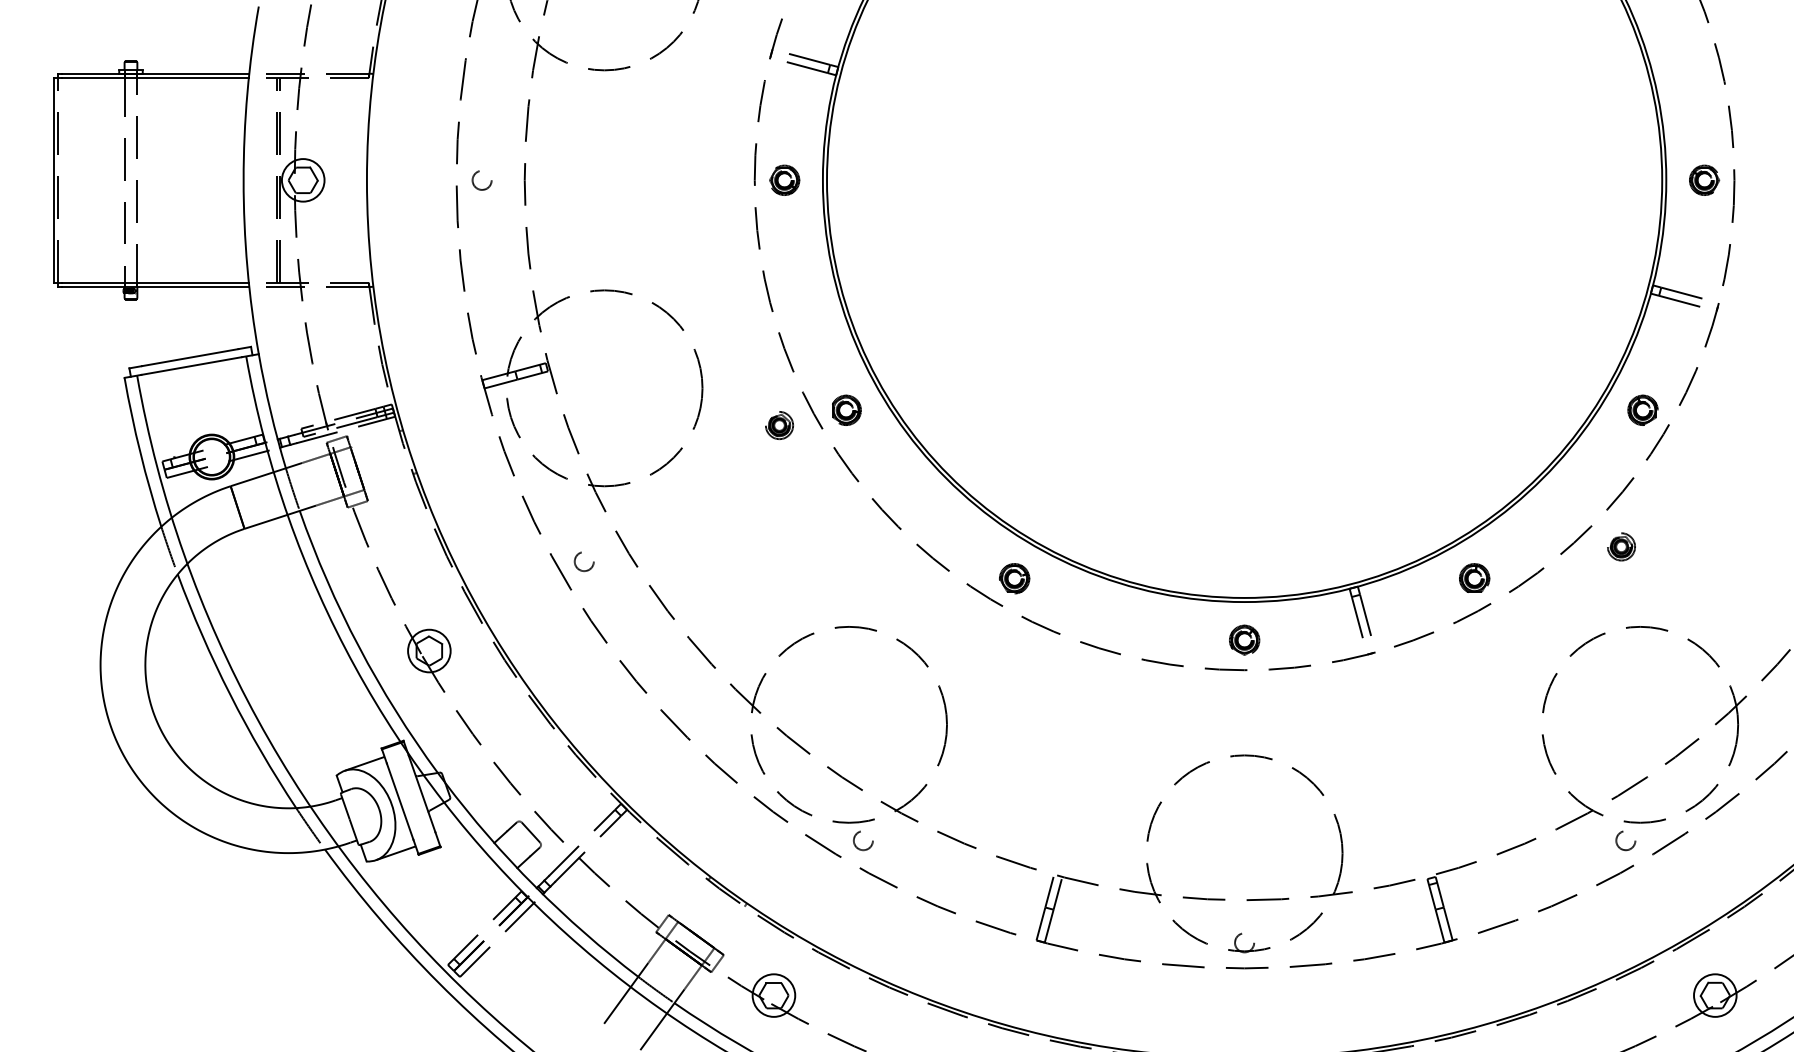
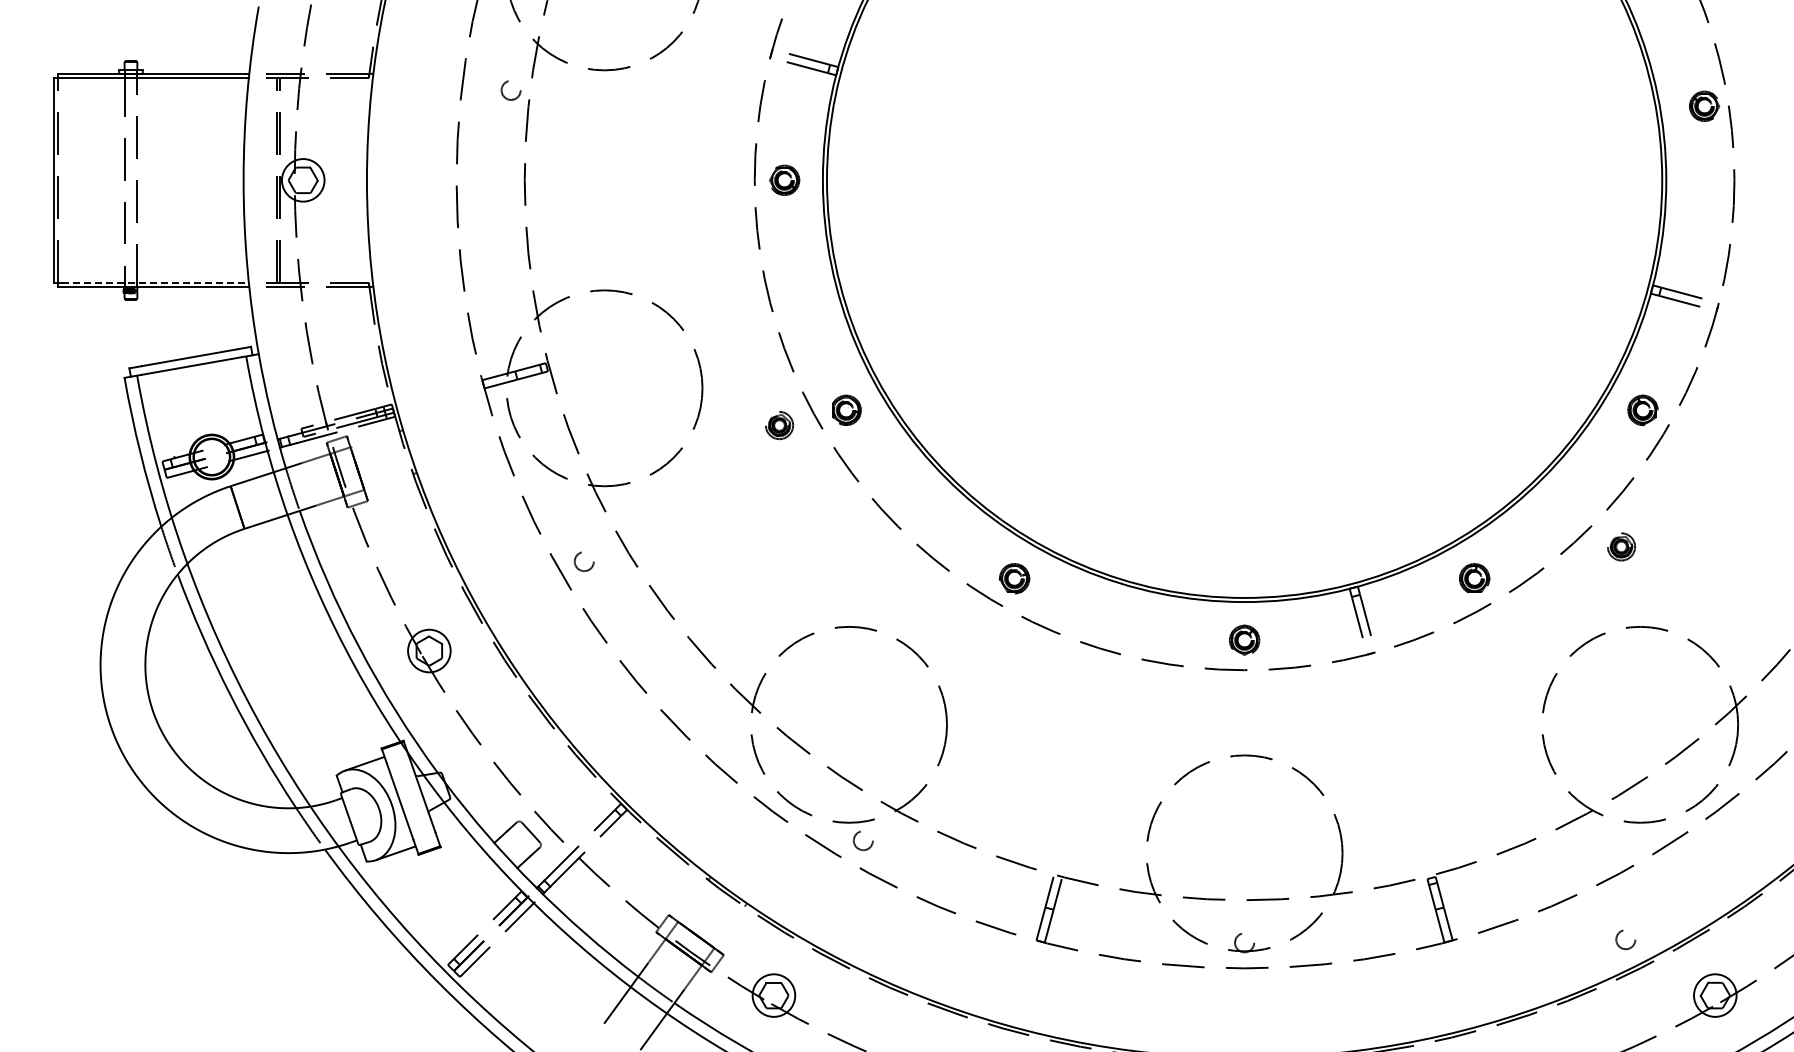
part at (1704, 179) position: (1704, 179) -> (1704, 105)
circle at (481, 180) position: (481, 180) -> (510, 90)
line at (156, 282): solid -> dashed
circle at (1625, 840) position: (1625, 840) -> (1625, 939)
